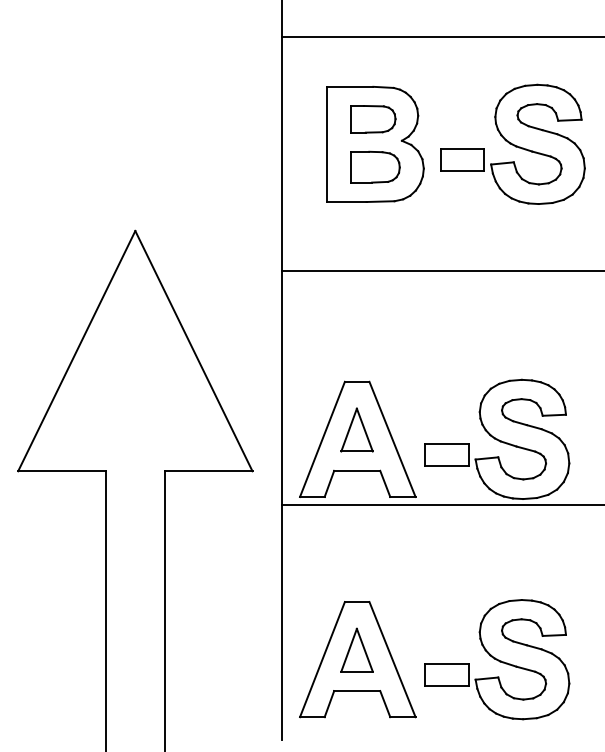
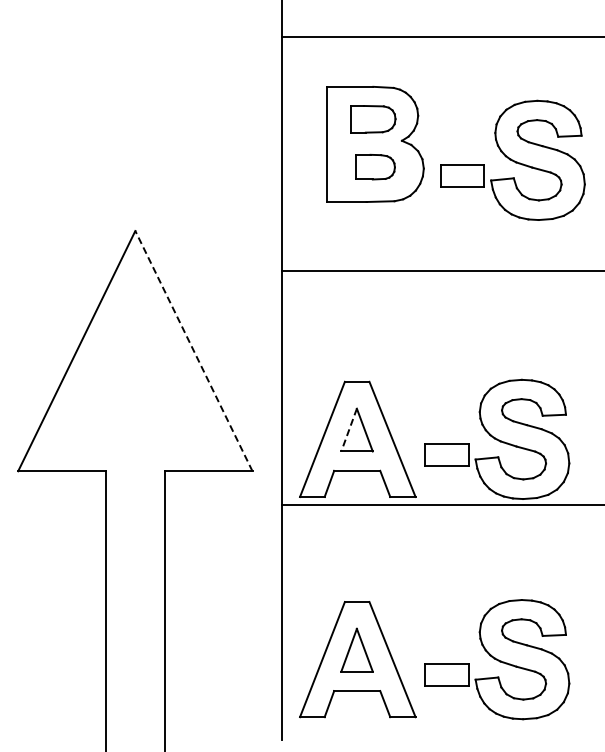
part at (512, 143) position: (512, 143) -> (512, 159)
part at (375, 166) size: 51x34 px -> 41x28 px
line at (193, 351): solid -> dashed
line at (349, 430): solid -> dashed
